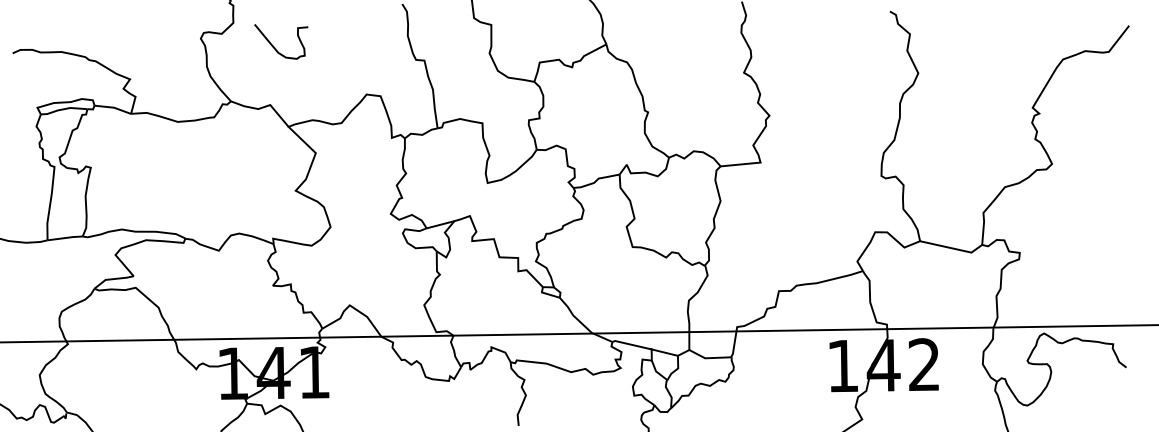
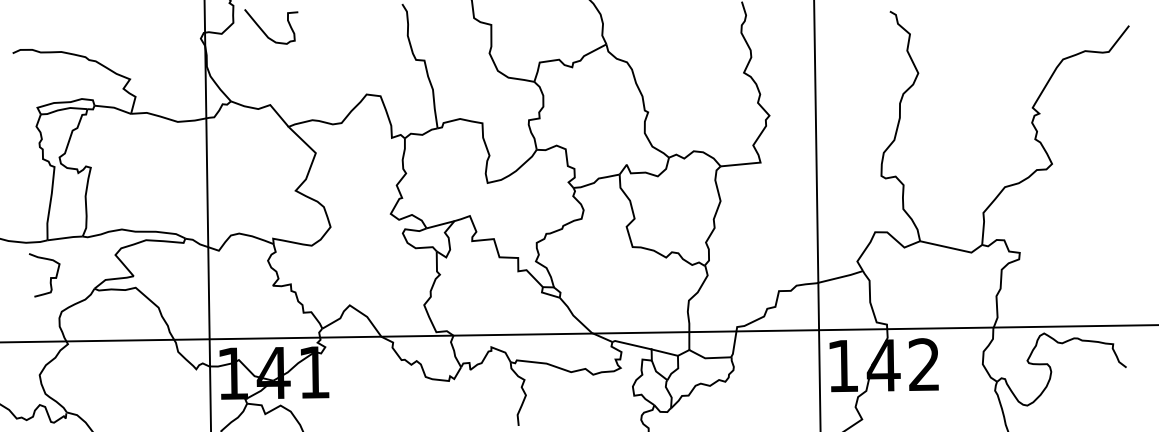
curve at (275, 47) position: (275, 47) -> (265, 32)
line at (207, 215): none -> present
line at (817, 215): none -> present
curve at (50, 277): none -> present
